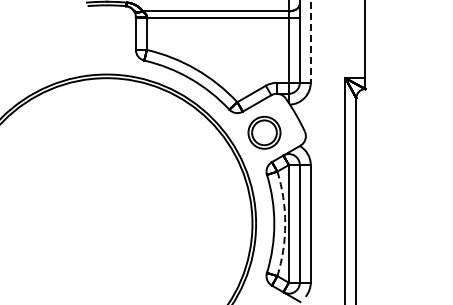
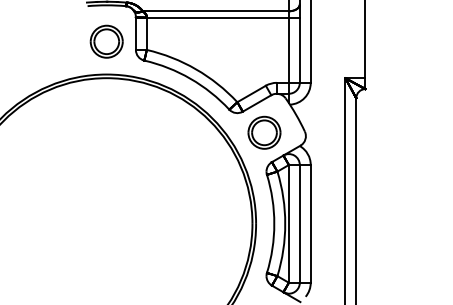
part at (106, 41): none -> present
line at (310, 41): dashed -> solid
arc at (285, 223): dashed -> solid
